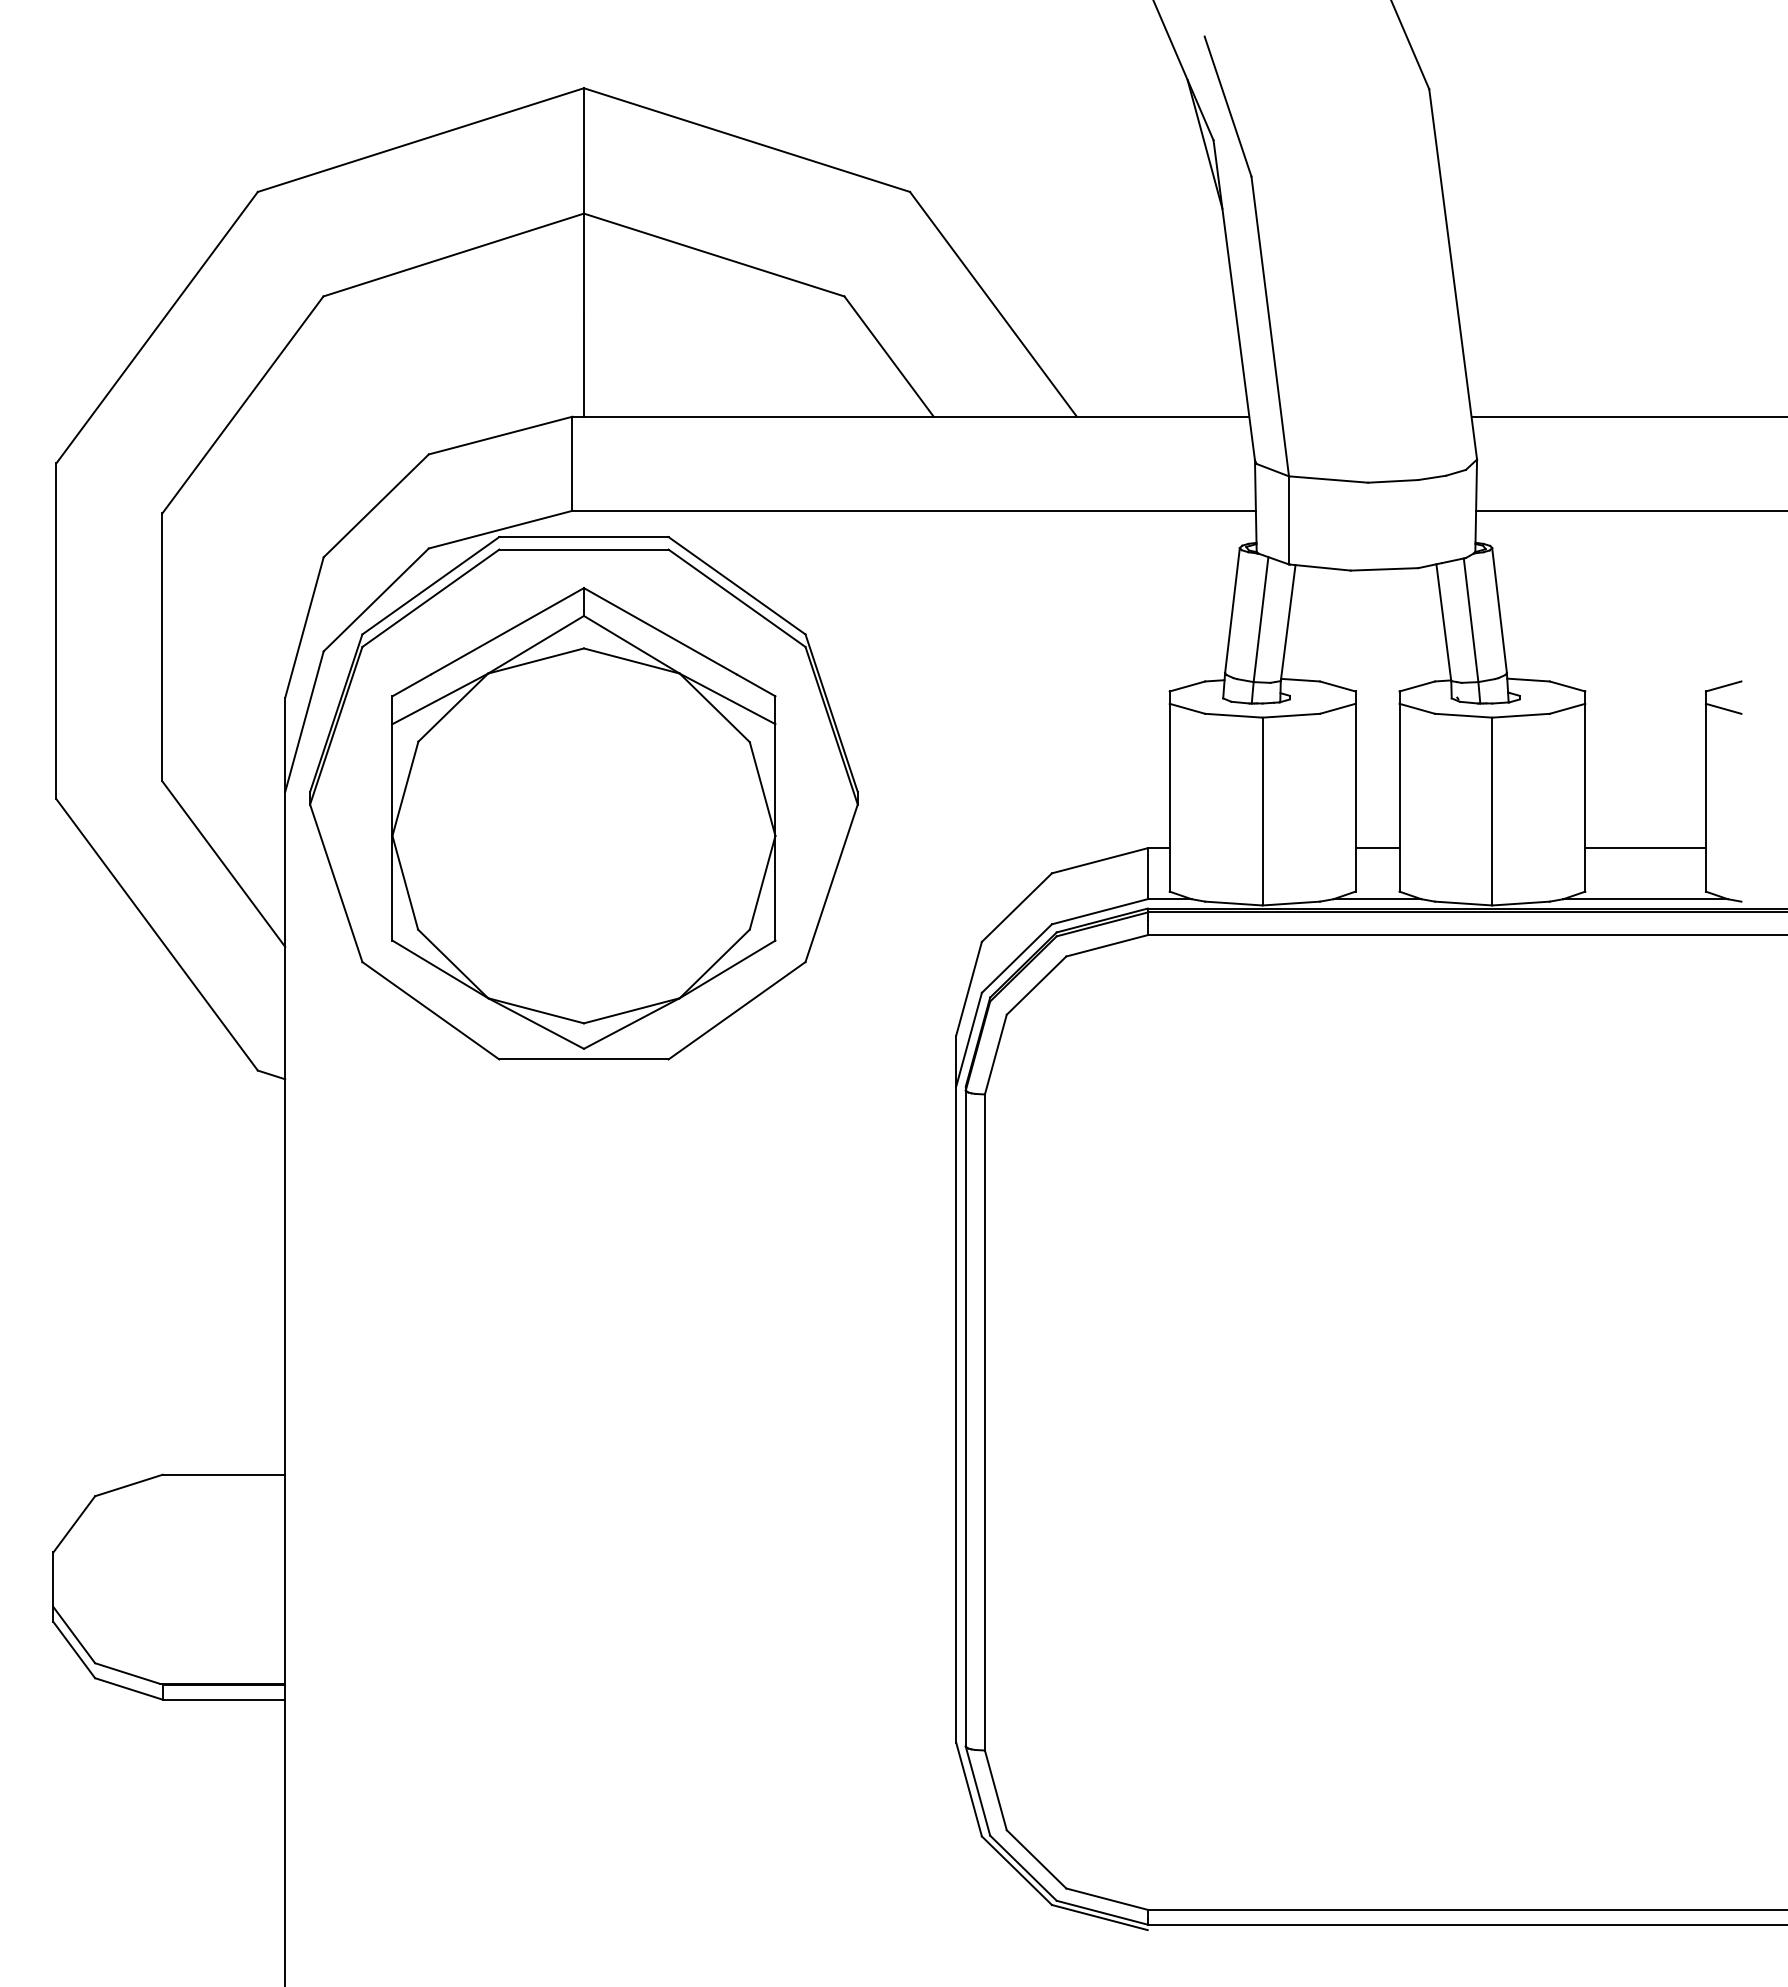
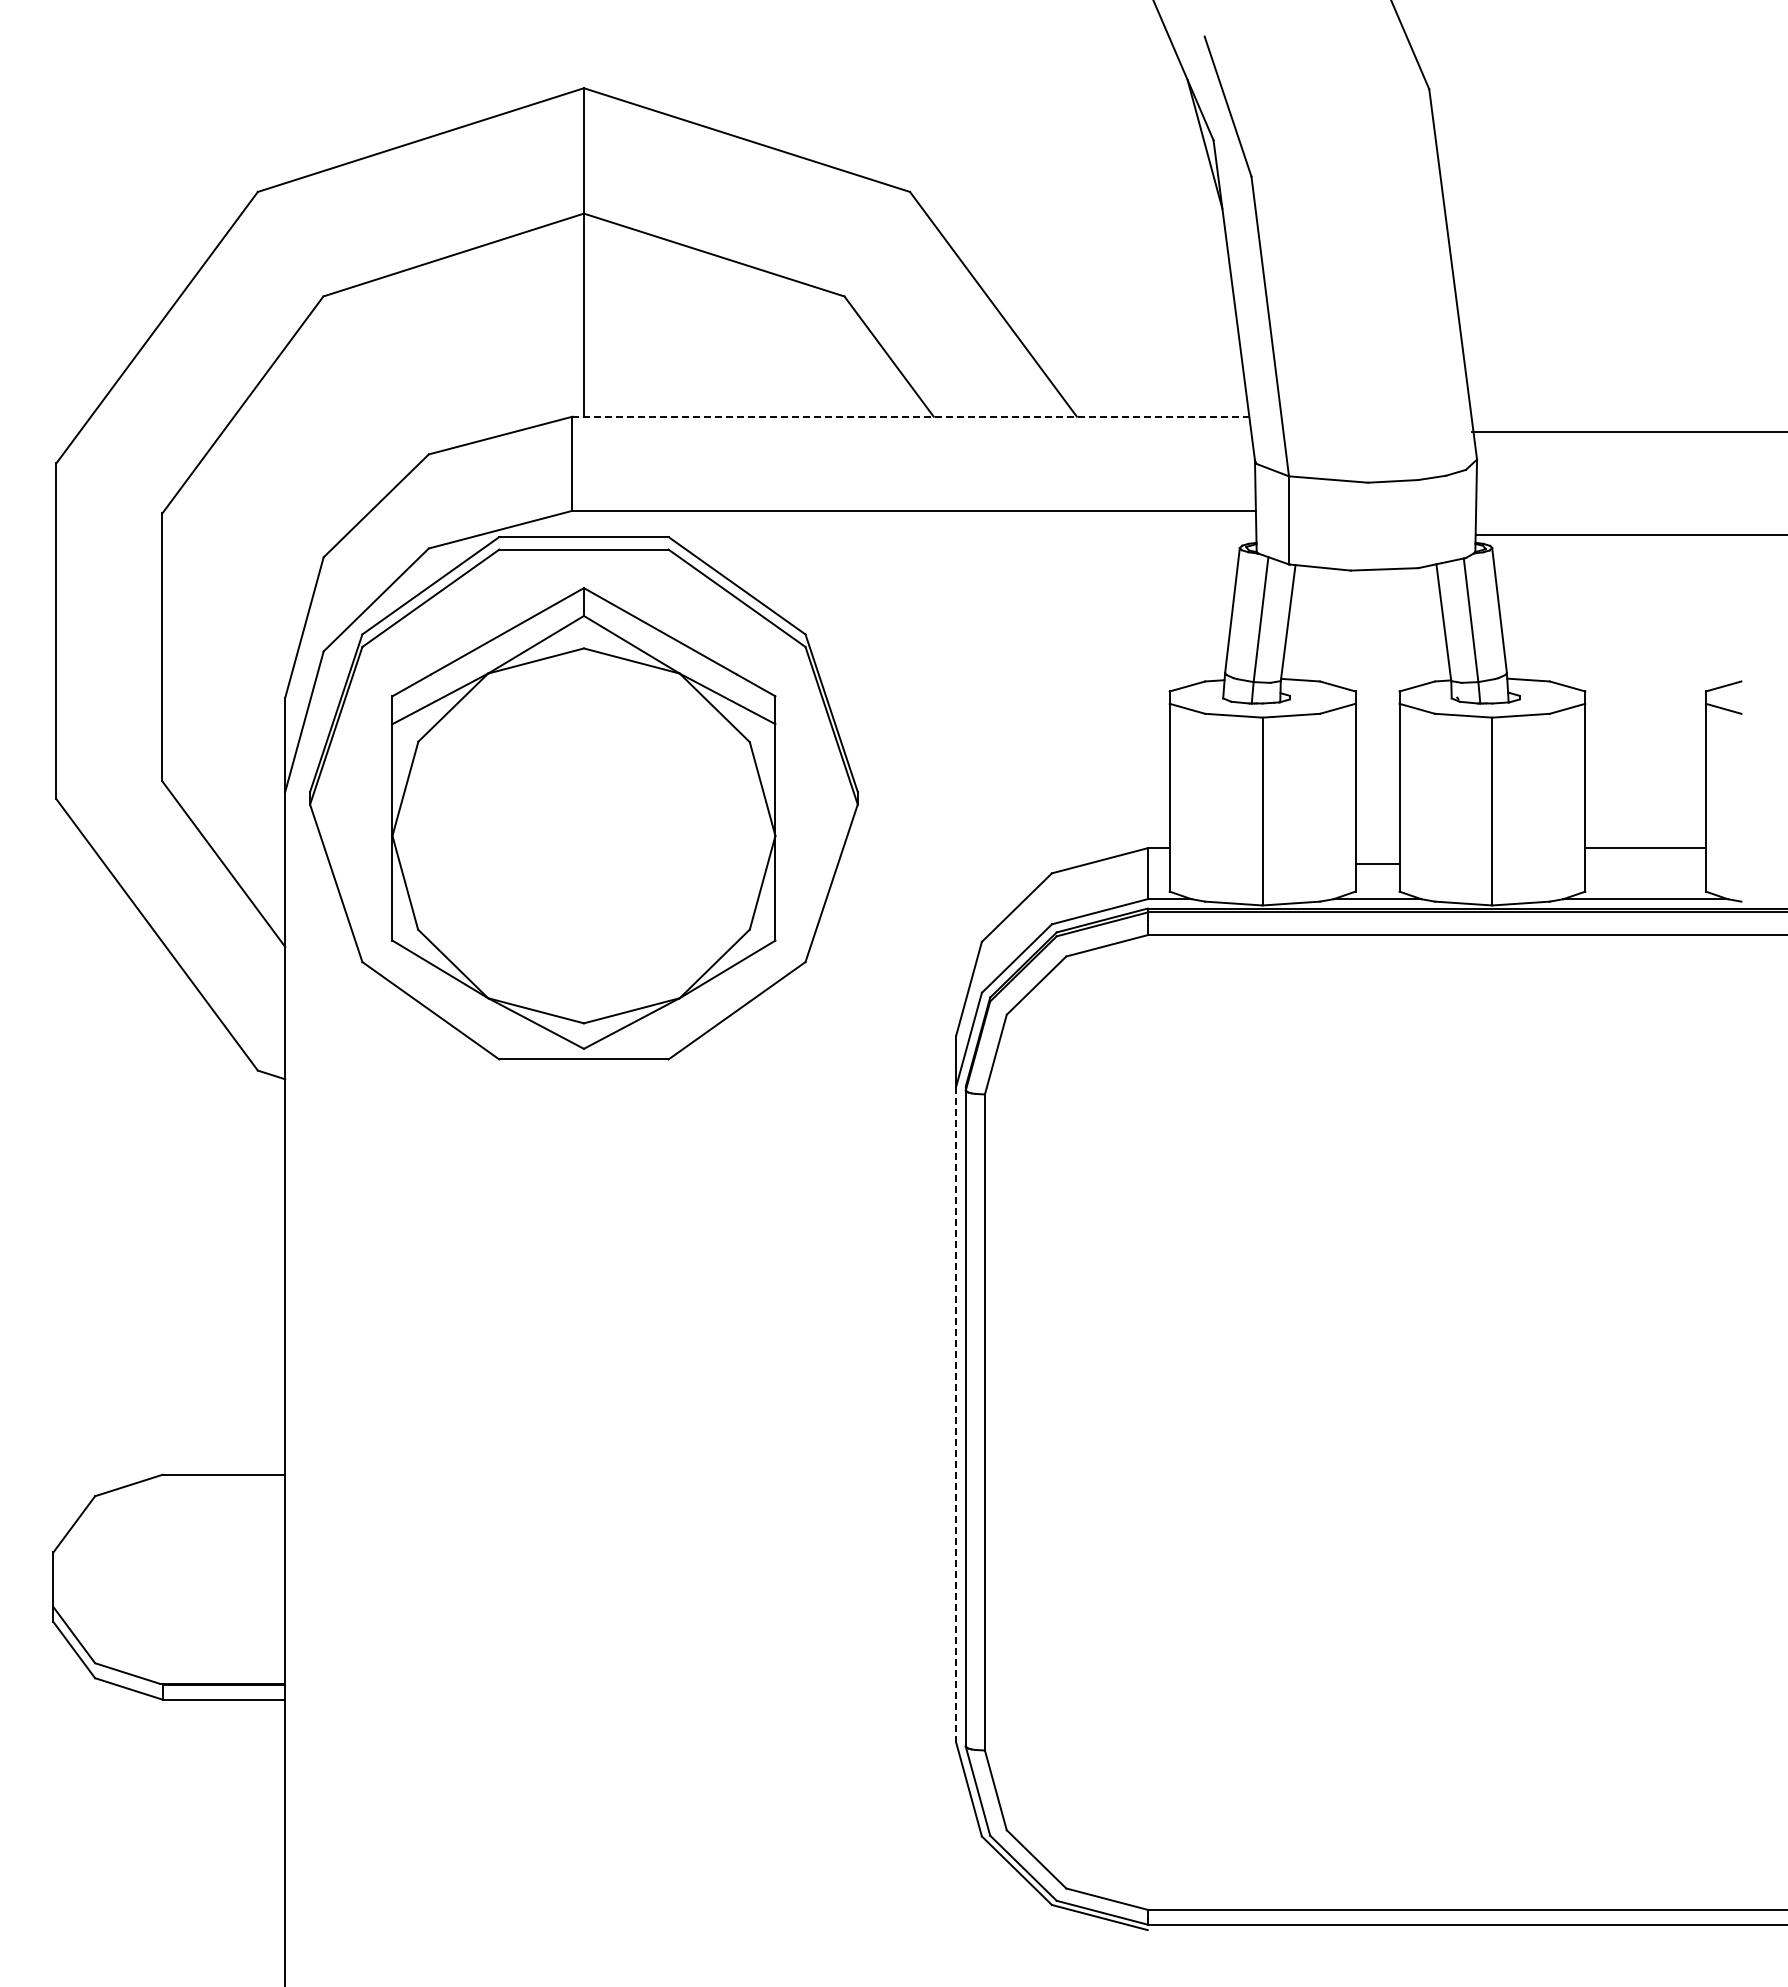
line at (911, 416): solid -> dashed
line at (1627, 416) position: (1627, 416) -> (1627, 431)
line at (1630, 510) position: (1630, 510) -> (1630, 534)
line at (1377, 848) position: (1377, 848) -> (1377, 864)
line at (956, 1415): solid -> dashed
